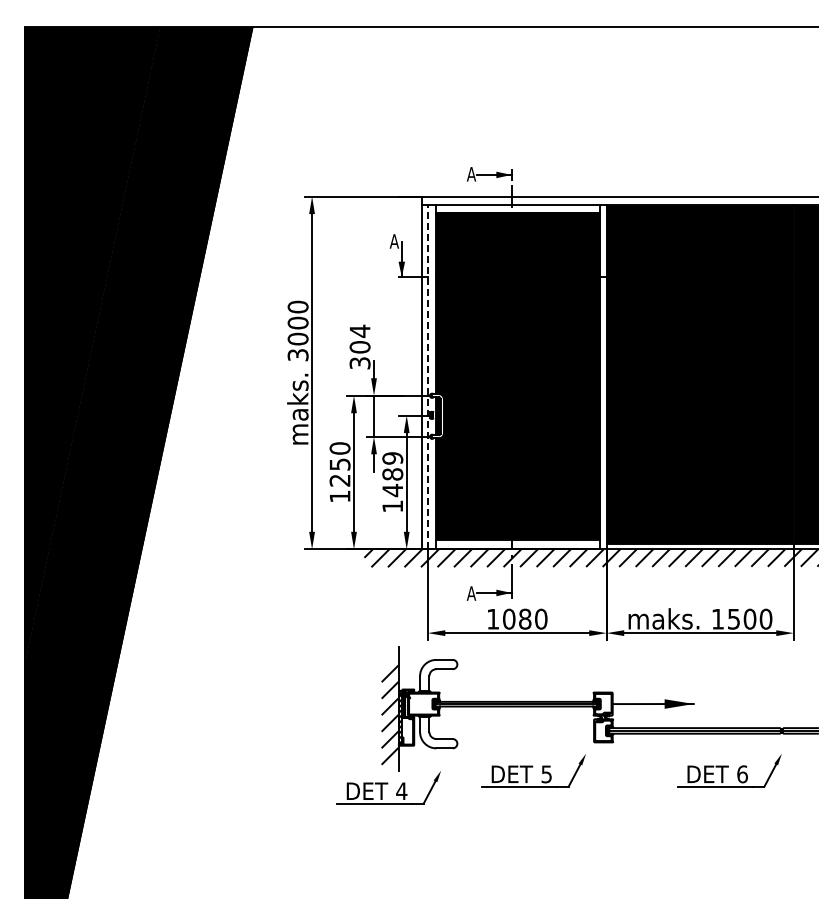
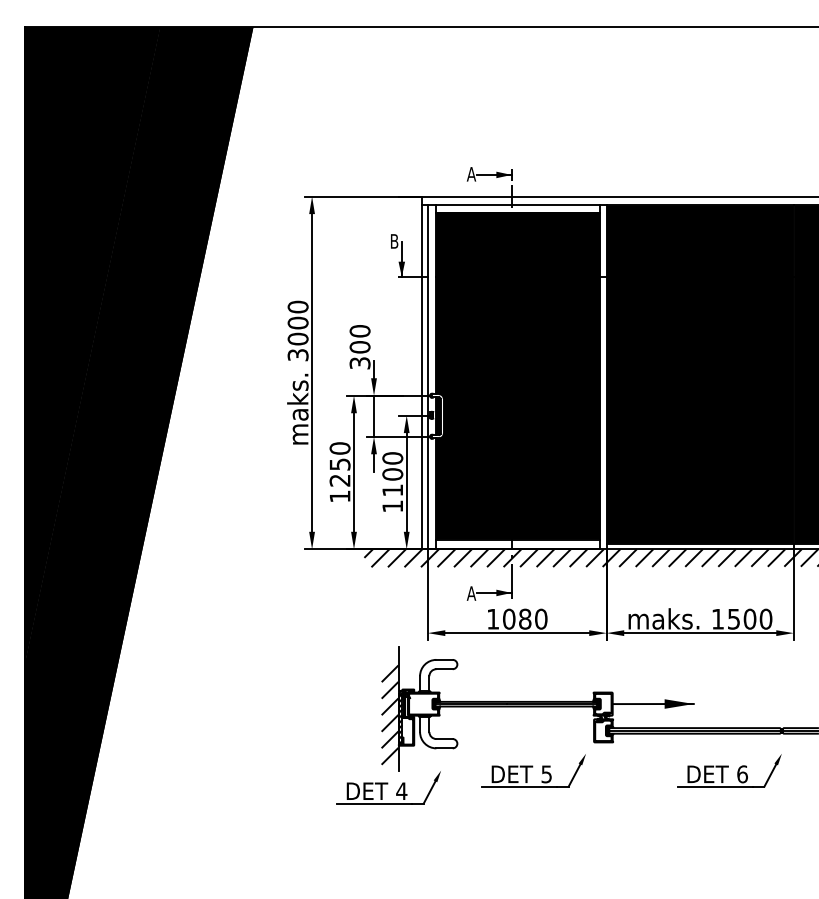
text at (394, 241): A -> B
text at (359, 330): 304 -> 300
line at (427, 377): dashed -> solid
text at (392, 474): 1489 -> 1100
